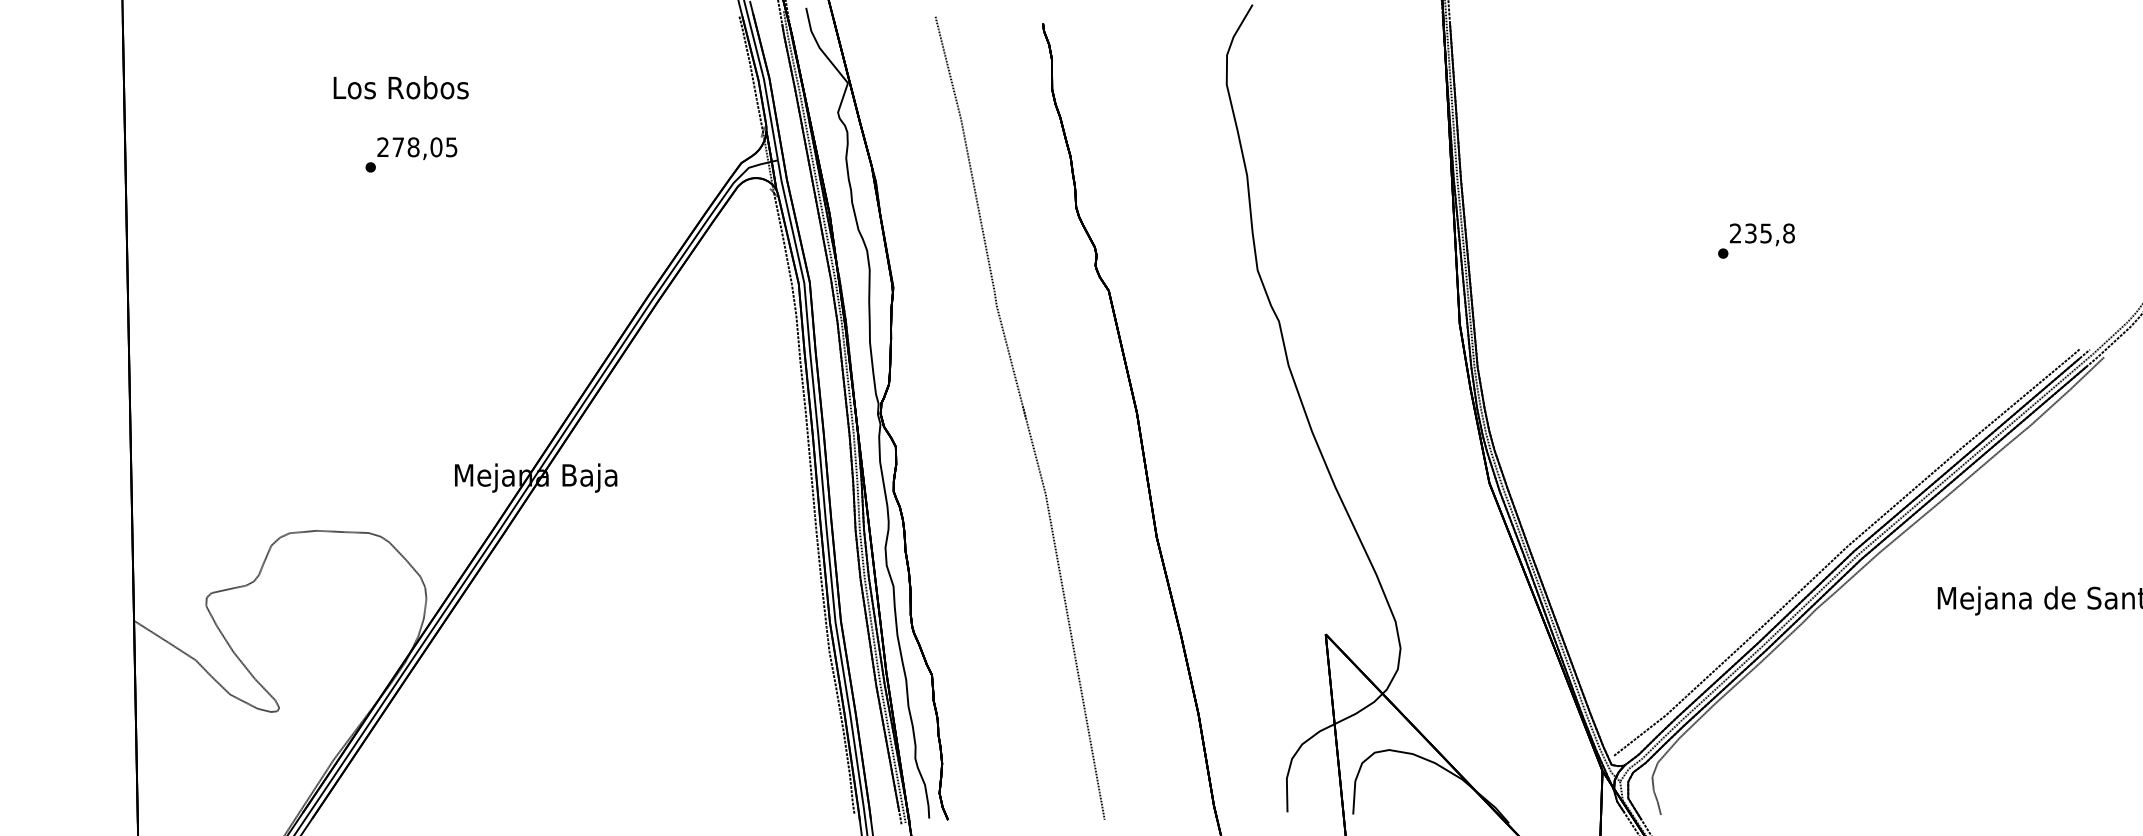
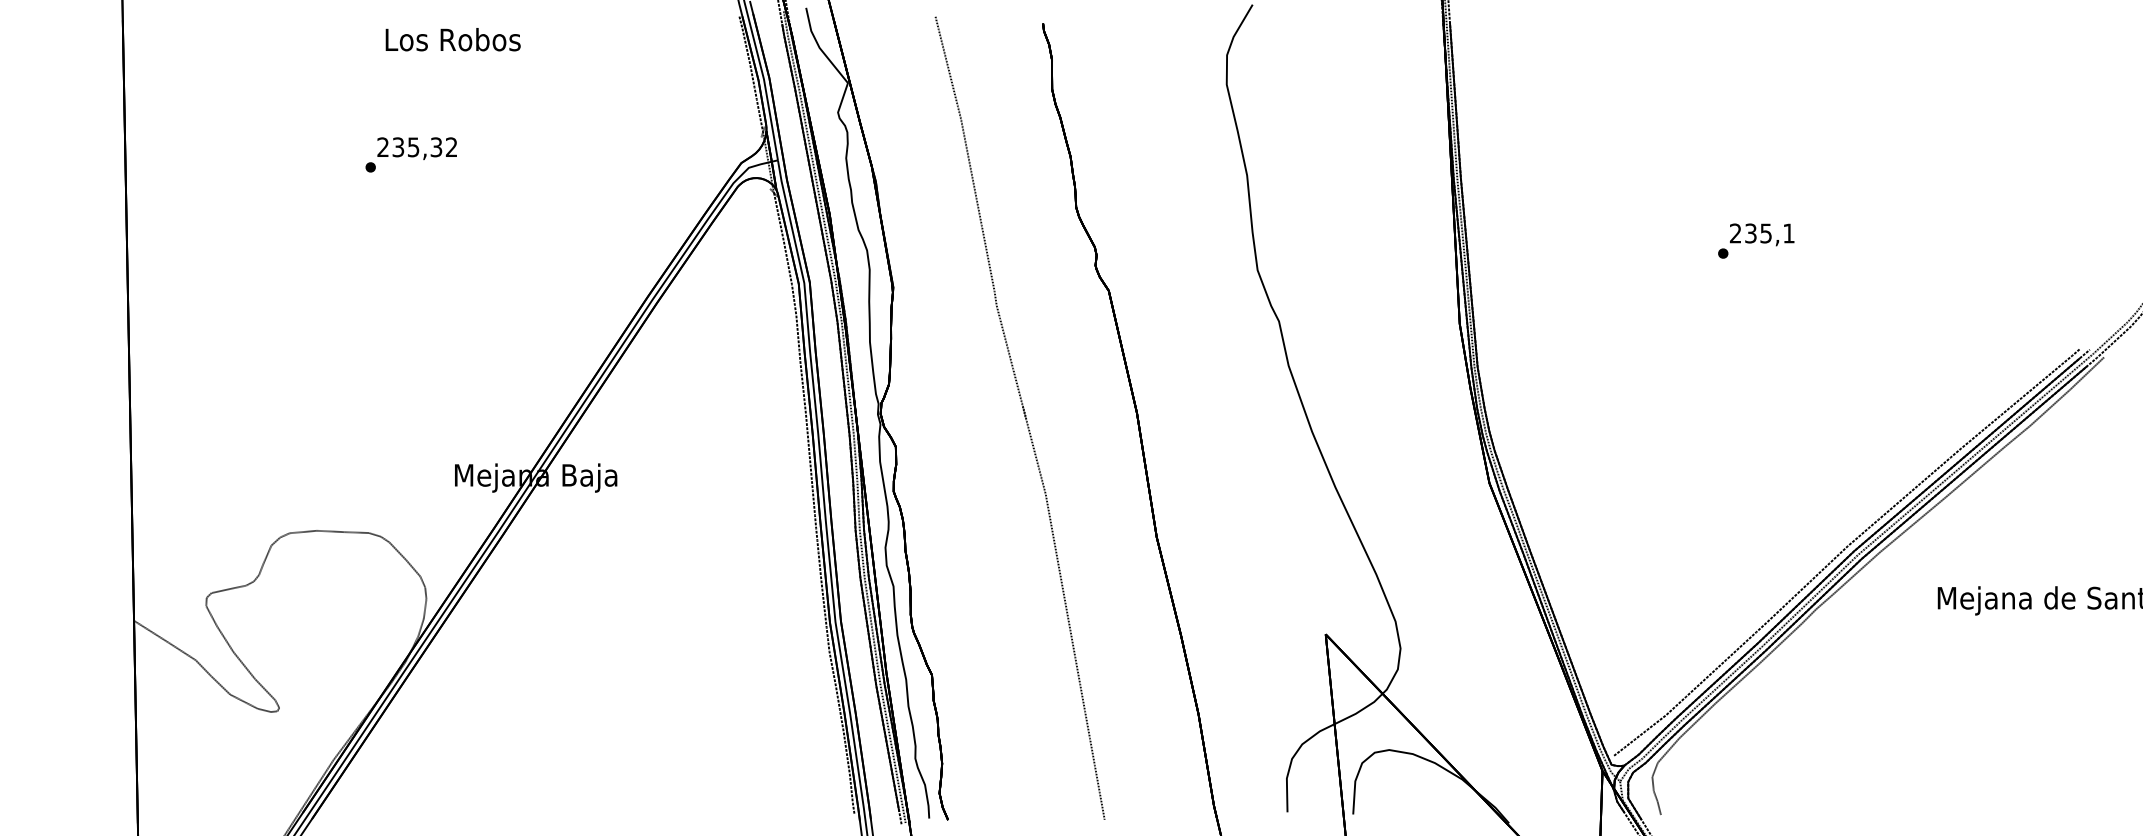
text at (400, 87) position: (400, 87) -> (452, 39)
text at (424, 147): 278,05 -> 235,32
text at (1788, 233): 235,8 -> 235,1
